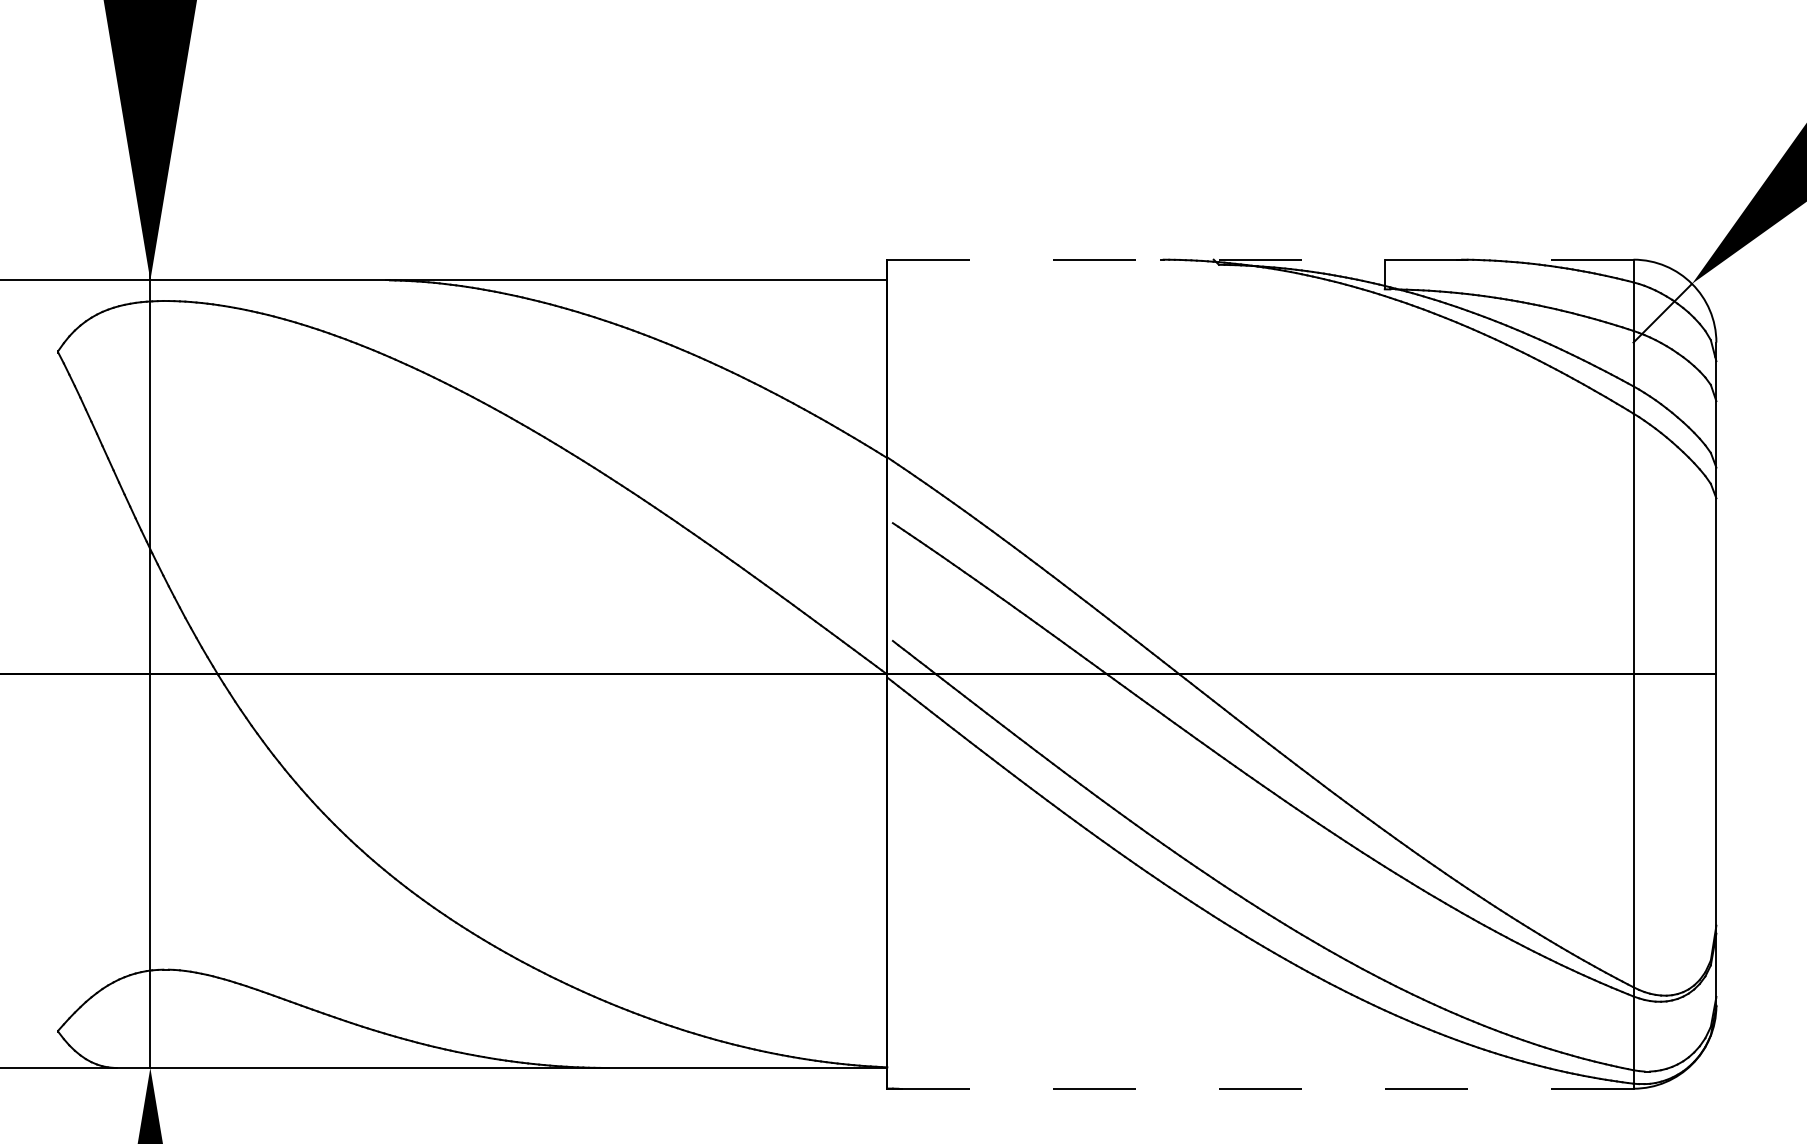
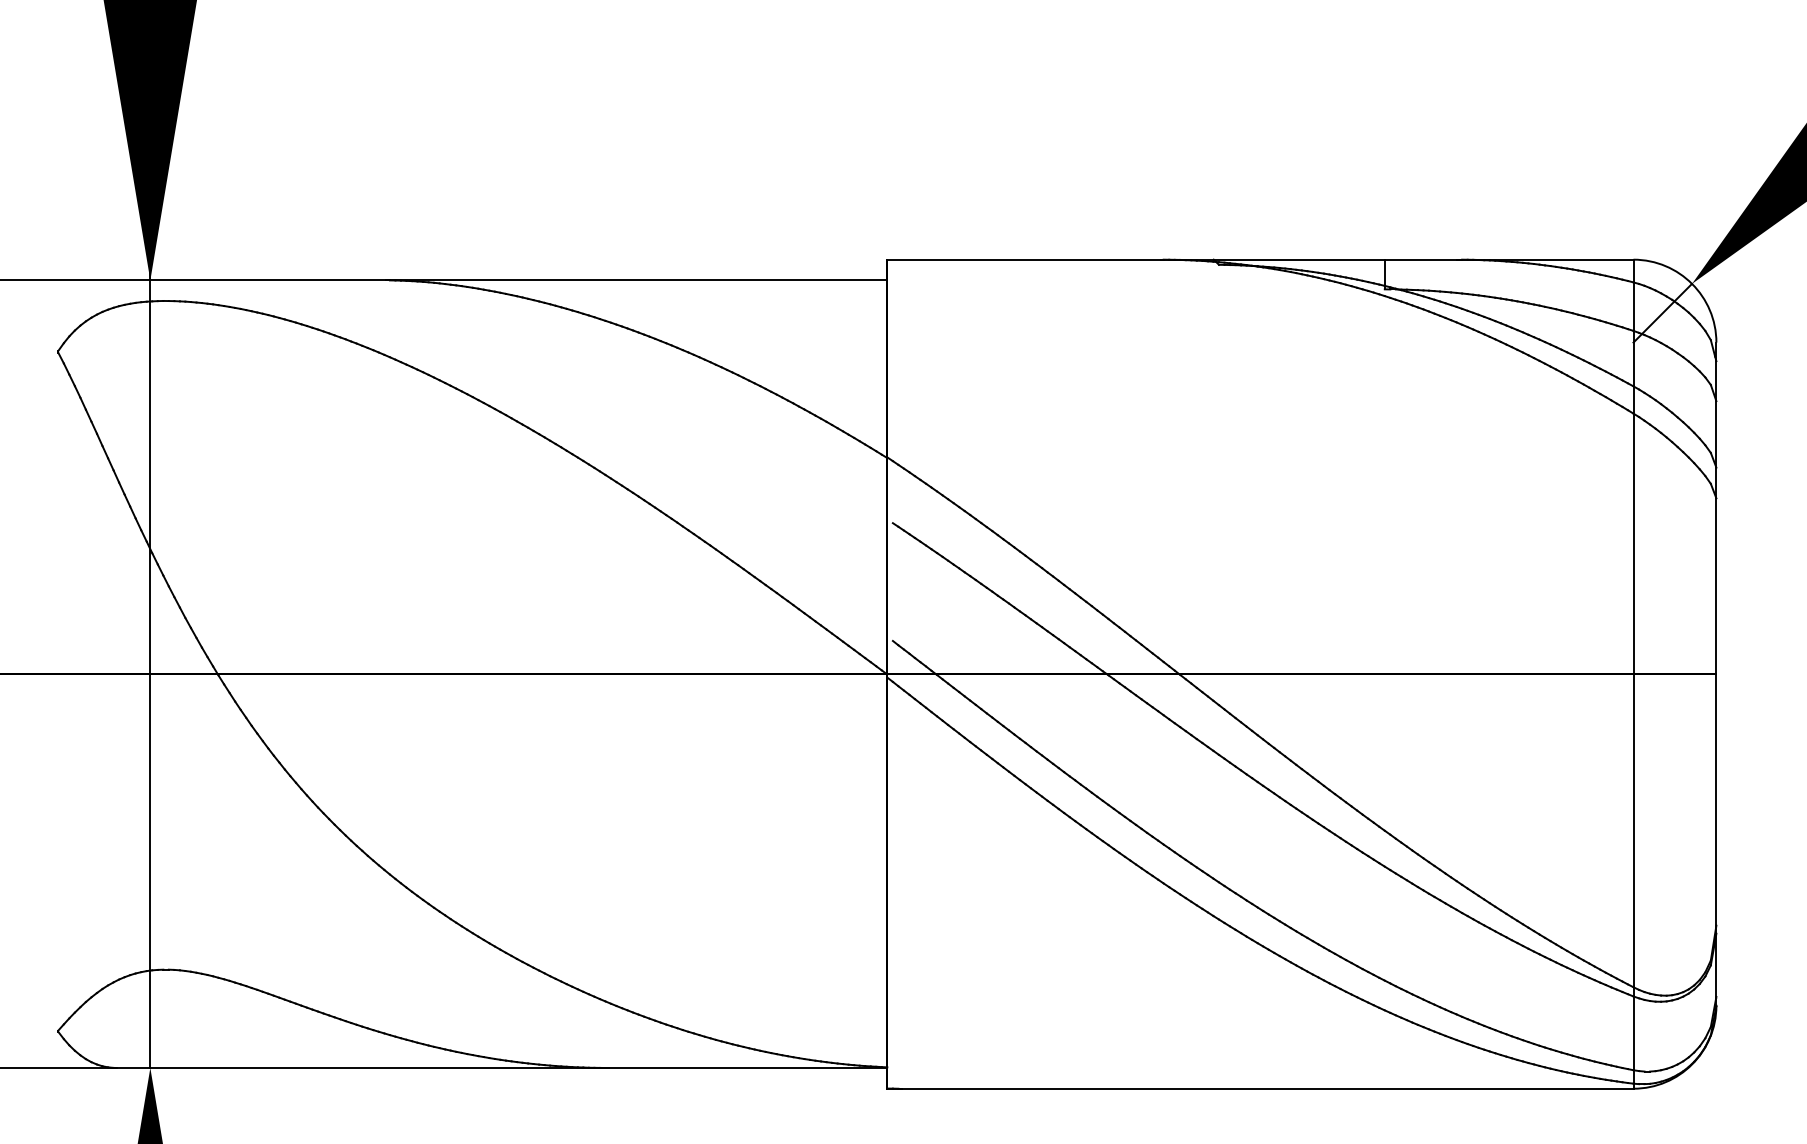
line at (1259, 259): dashed -> solid
line at (1260, 1088): dashed -> solid
